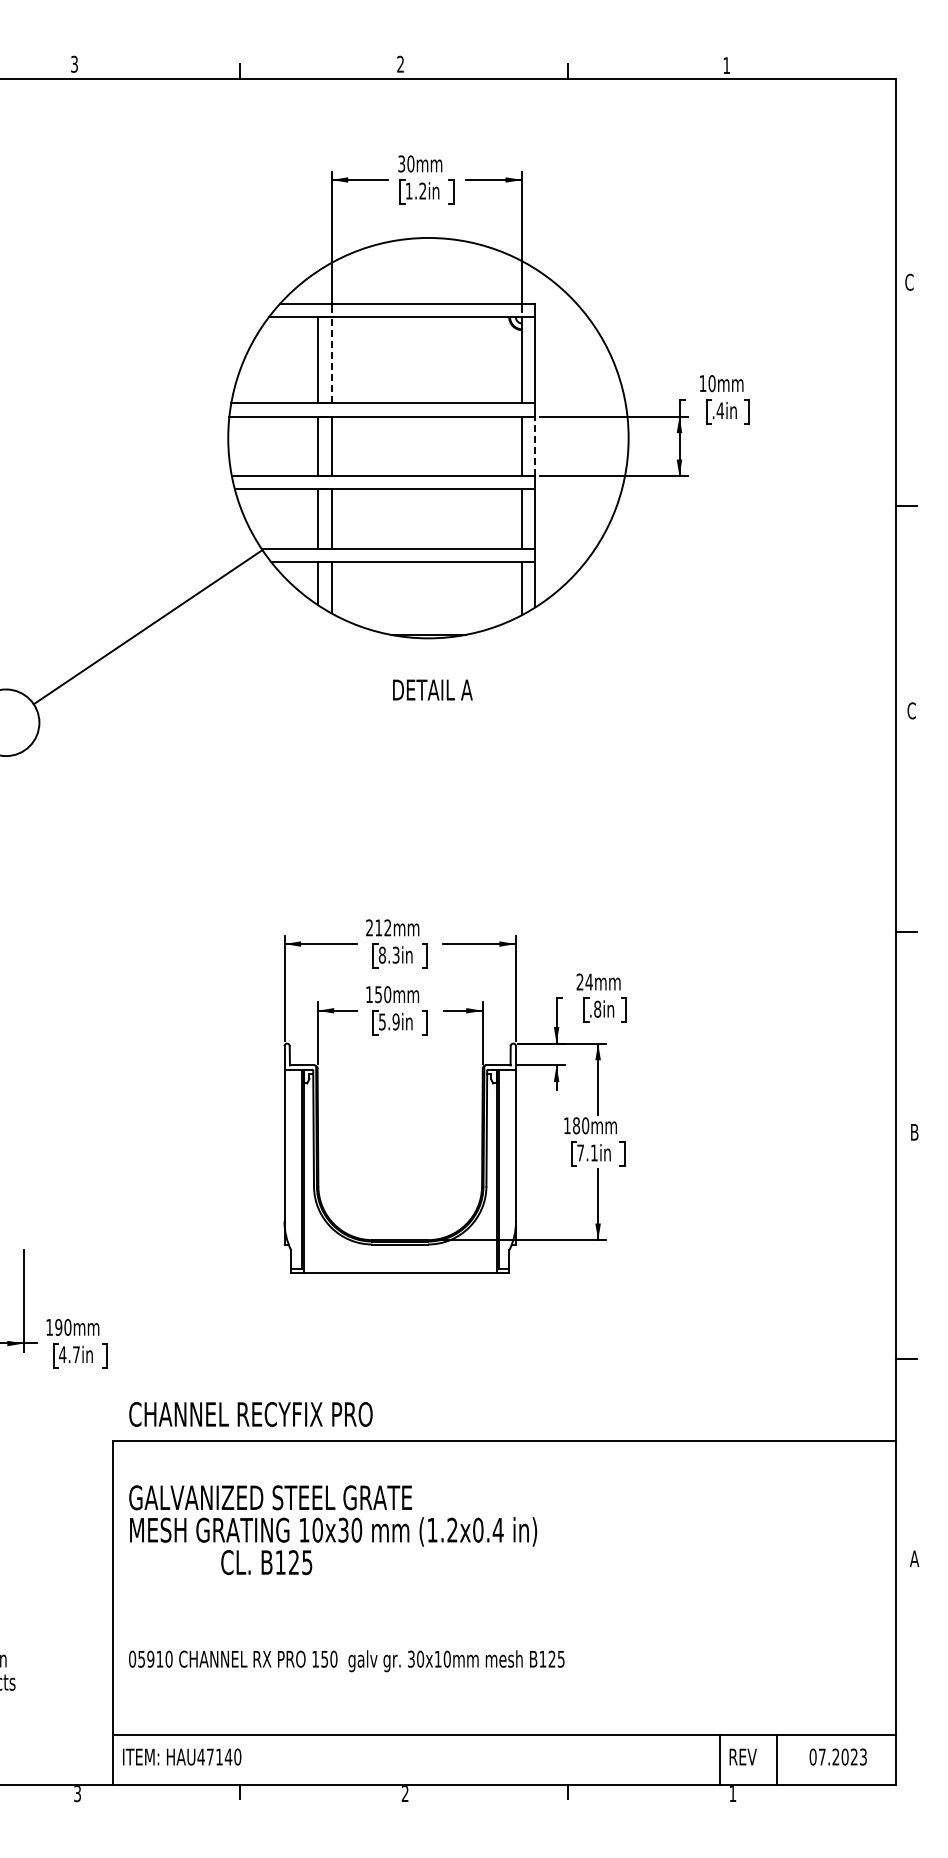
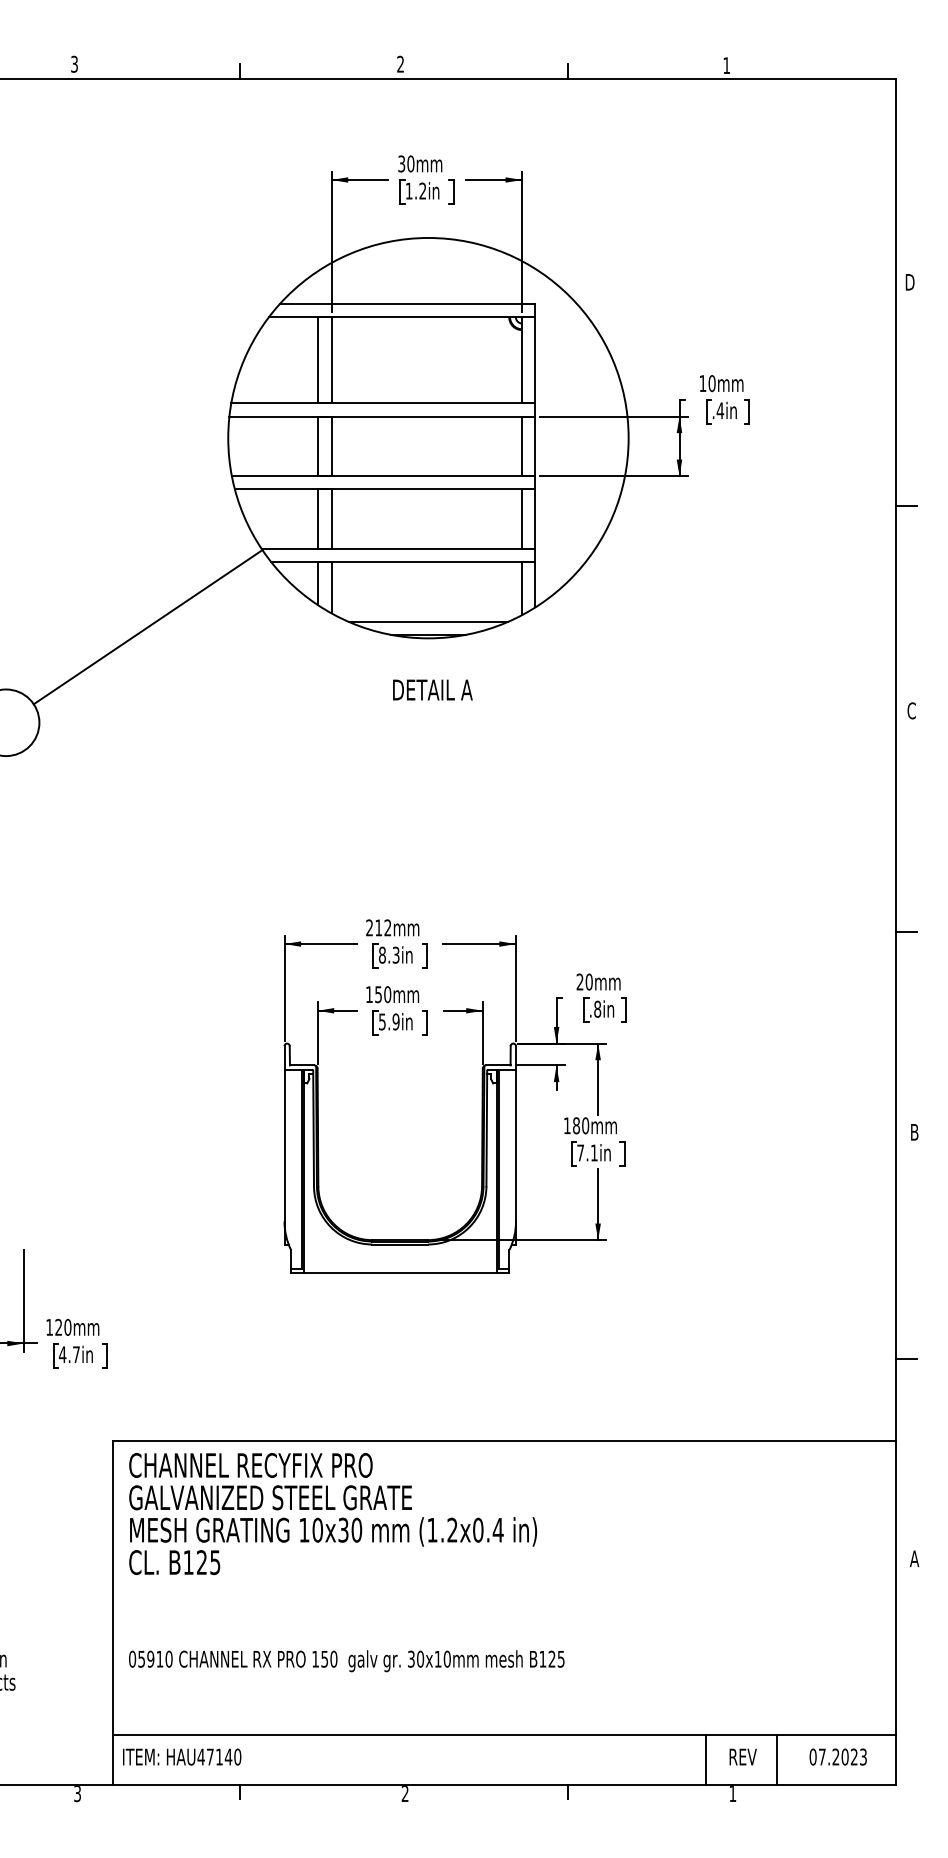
text at (909, 281): C -> D
line at (331, 359): dashed -> solid
line at (535, 446): dashed -> solid
line at (428, 621): none -> present
text at (588, 981): 24mm -> 20mm
text at (58, 1327): 190mm -> 120mm
text at (250, 1414) position: (250, 1414) -> (250, 1465)
text at (266, 1562) position: (266, 1562) -> (174, 1562)
line at (720, 1759) position: (720, 1759) -> (706, 1759)
